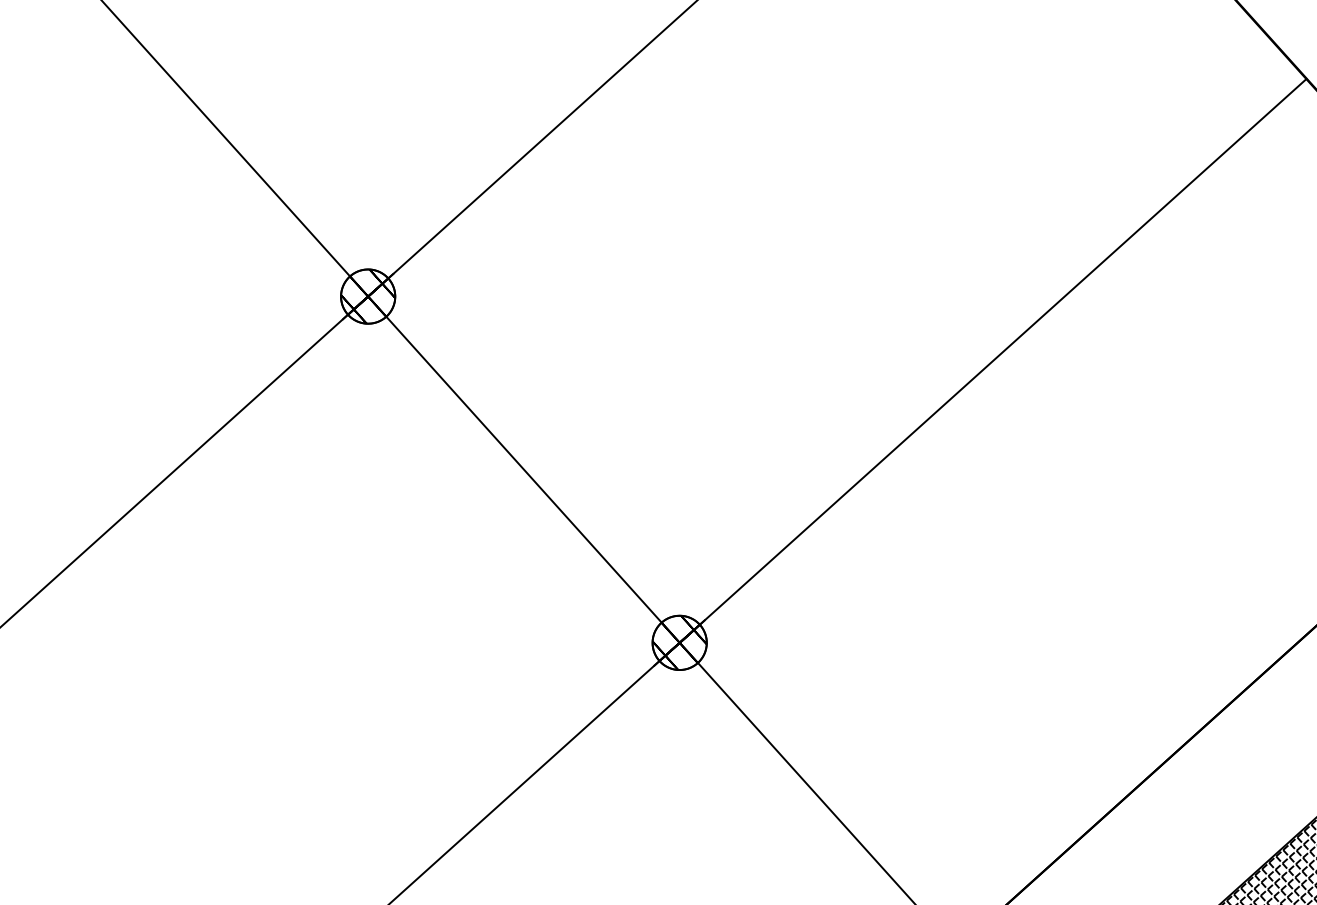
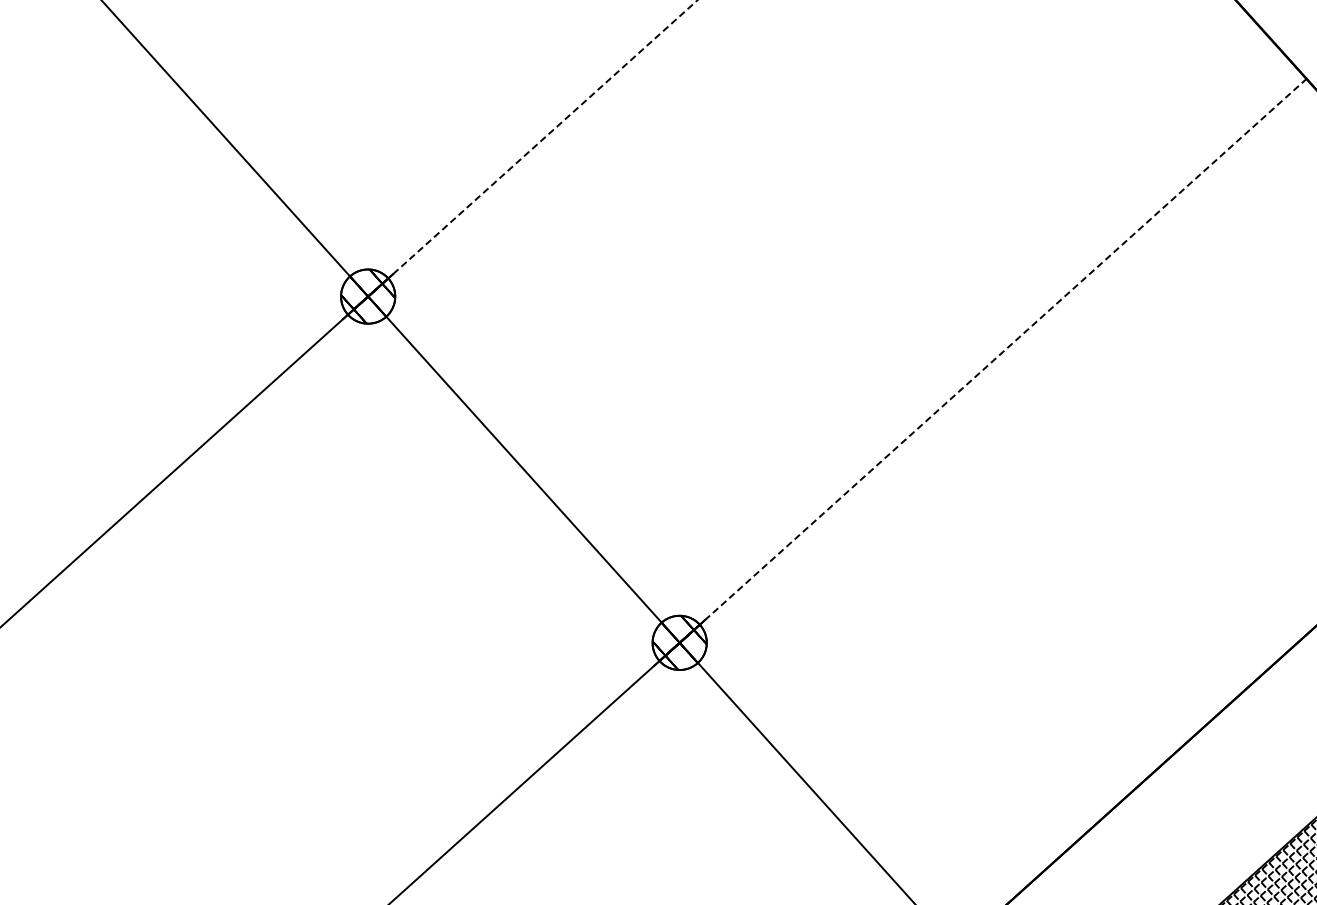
line at (545, 137): solid -> dashed
line at (1006, 349): solid -> dashed
